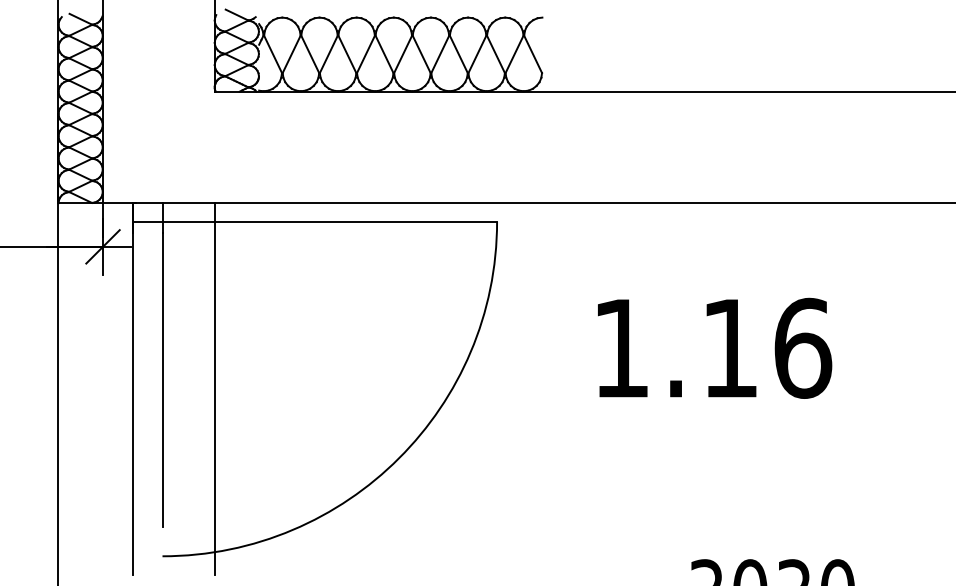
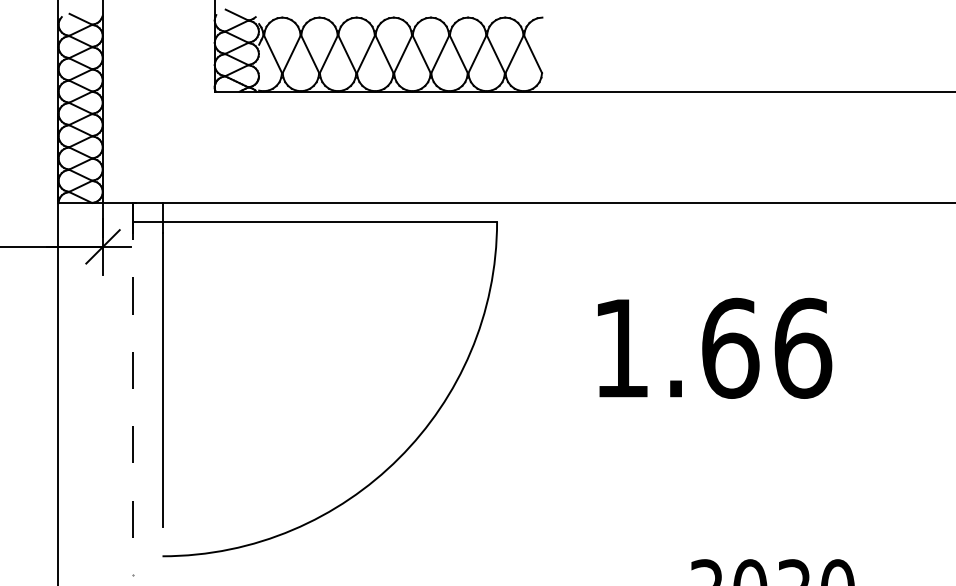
text at (730, 347): 1.16 -> 1.66
line at (132, 388): solid -> dashed
line at (214, 388): present -> none
